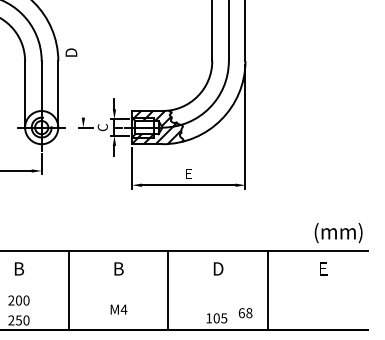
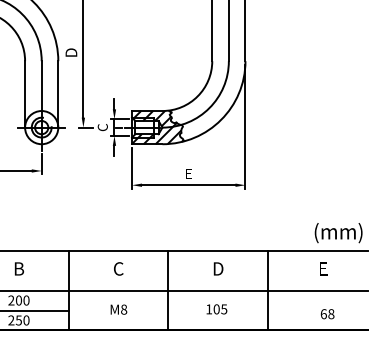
line at (83, 59): none -> present
text at (118, 268): B -> C
line at (184, 290): none -> present
text at (123, 309): M4 -> M8
line at (35, 310): none -> present
text at (245, 313) position: (245, 313) -> (327, 314)
text at (216, 318) position: (216, 318) -> (216, 309)
